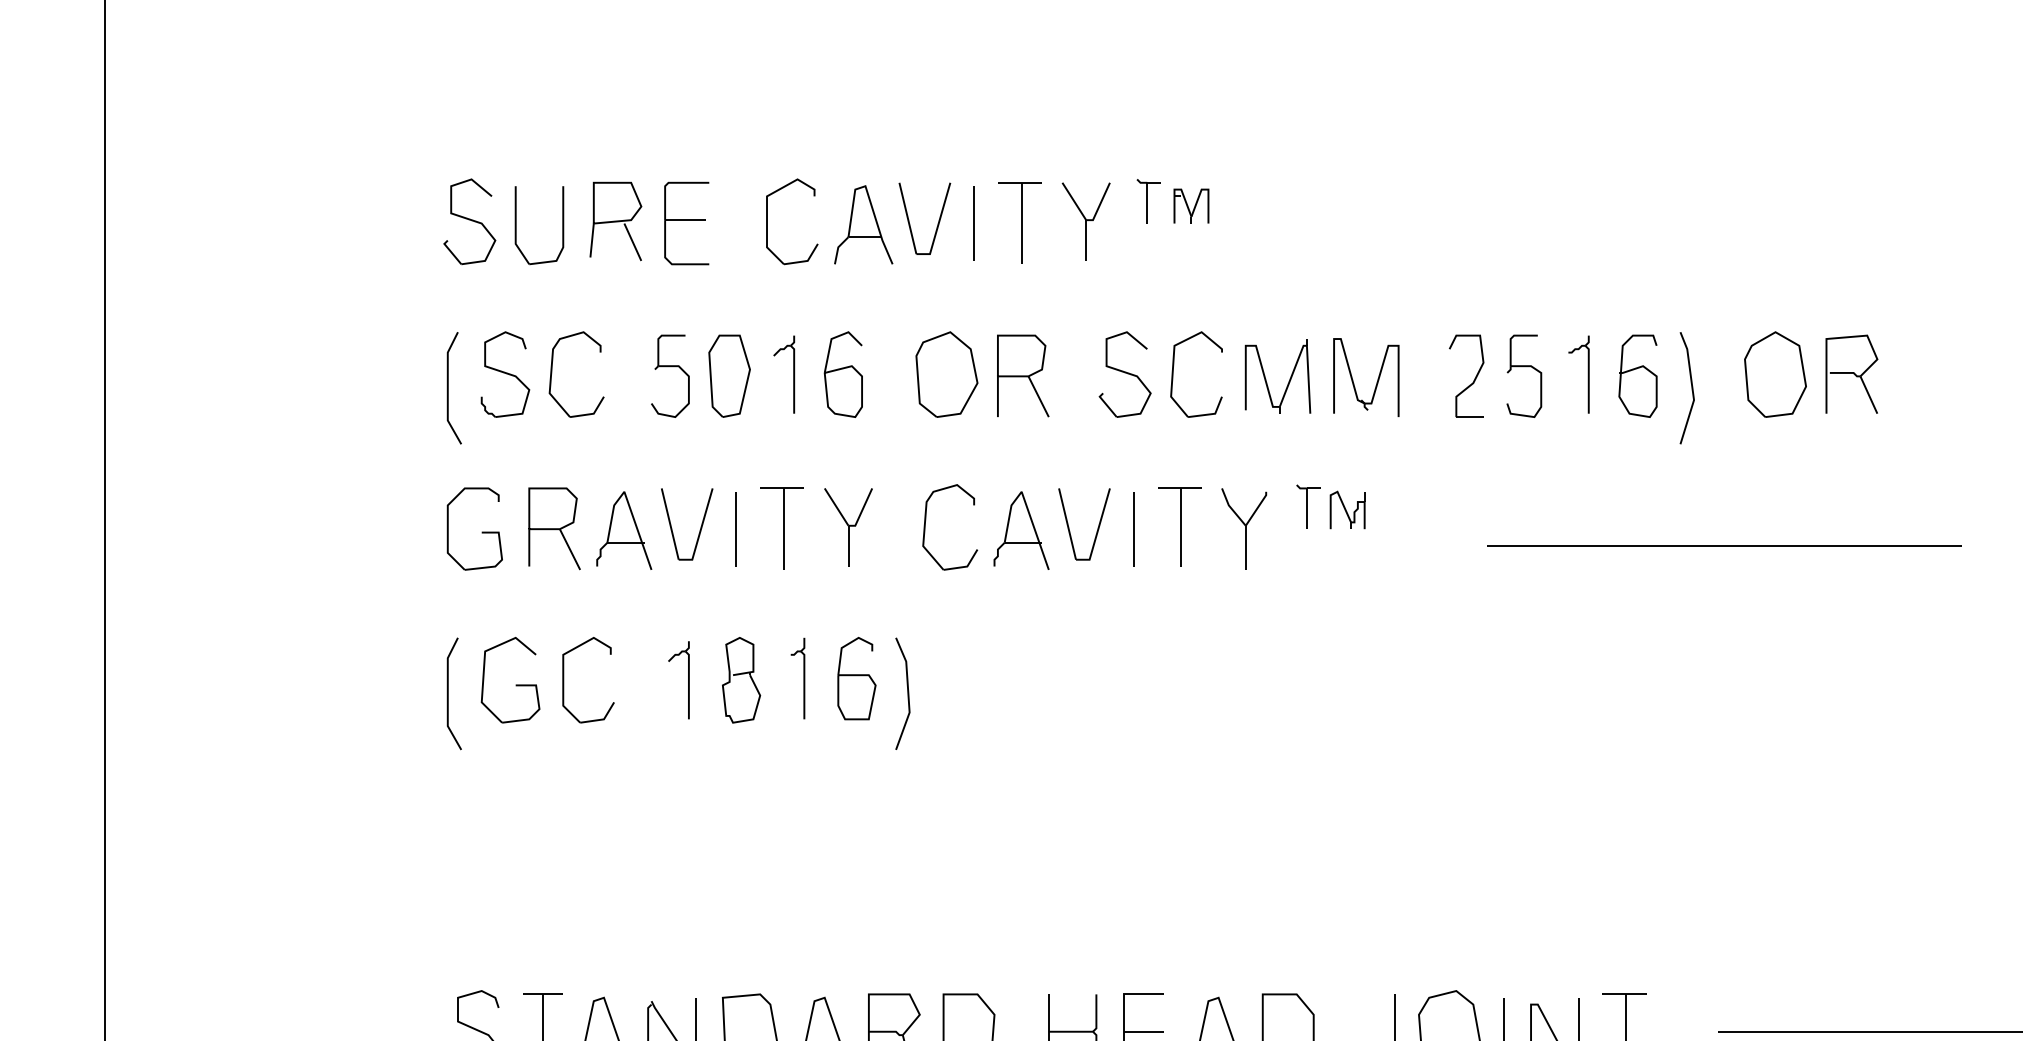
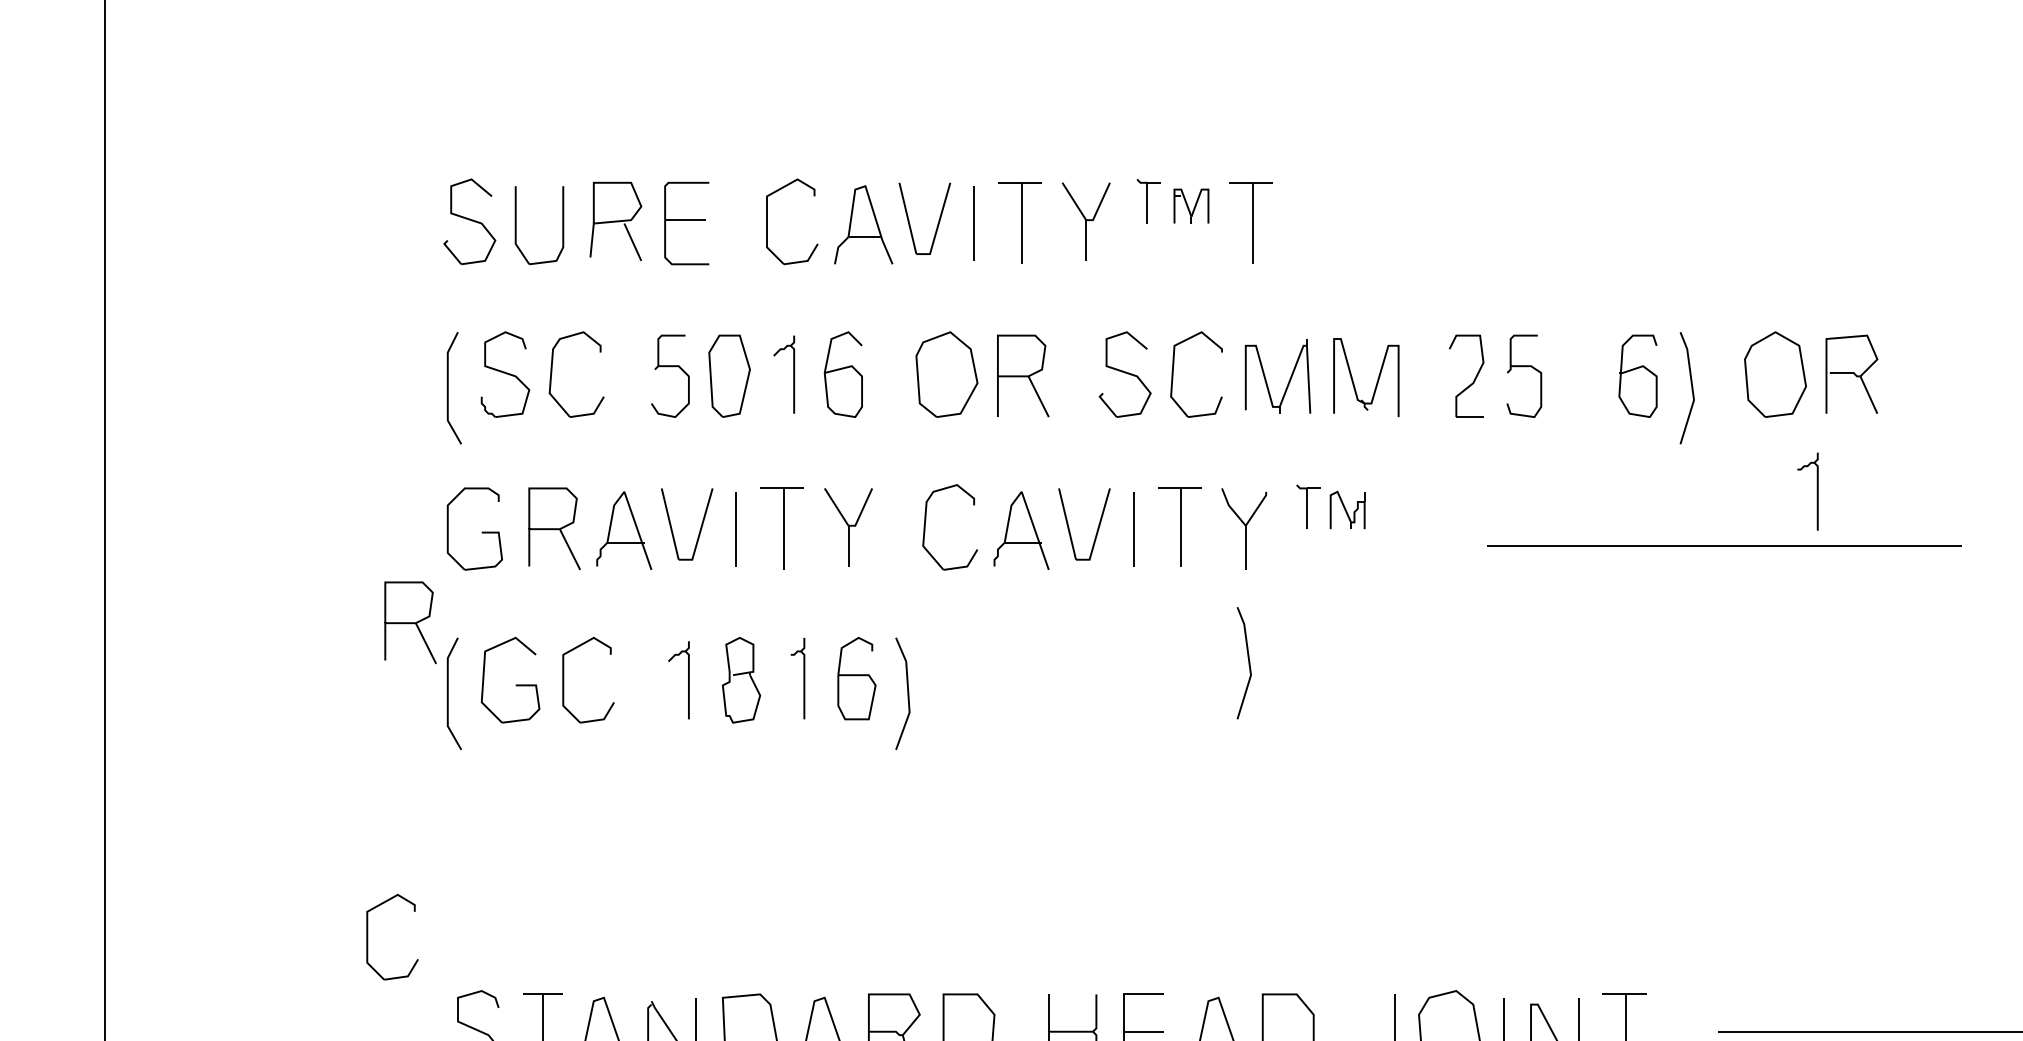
part at (1250, 222): none -> present
part at (1587, 374) position: (1587, 374) -> (1816, 491)
part at (410, 622): none -> present
line at (1248, 663): none -> present
part at (368, 937): none -> present
